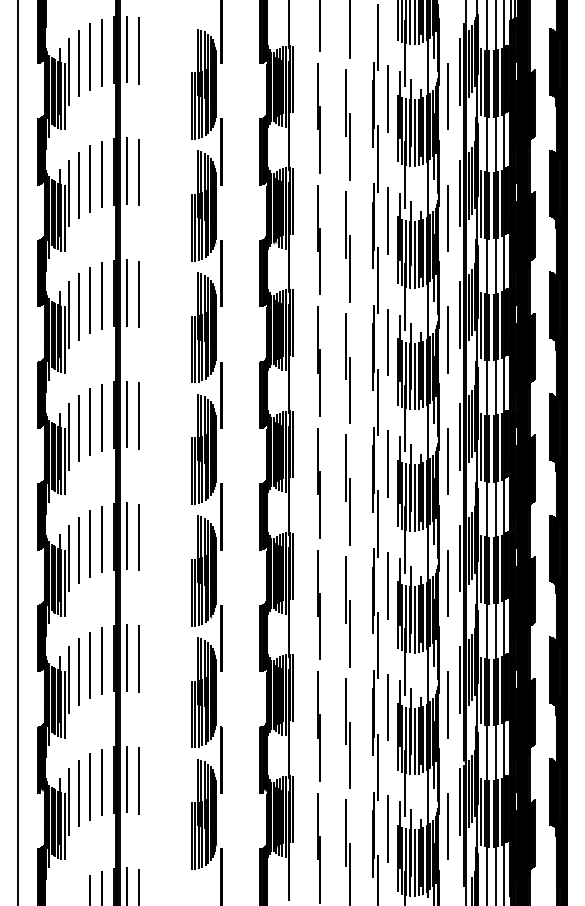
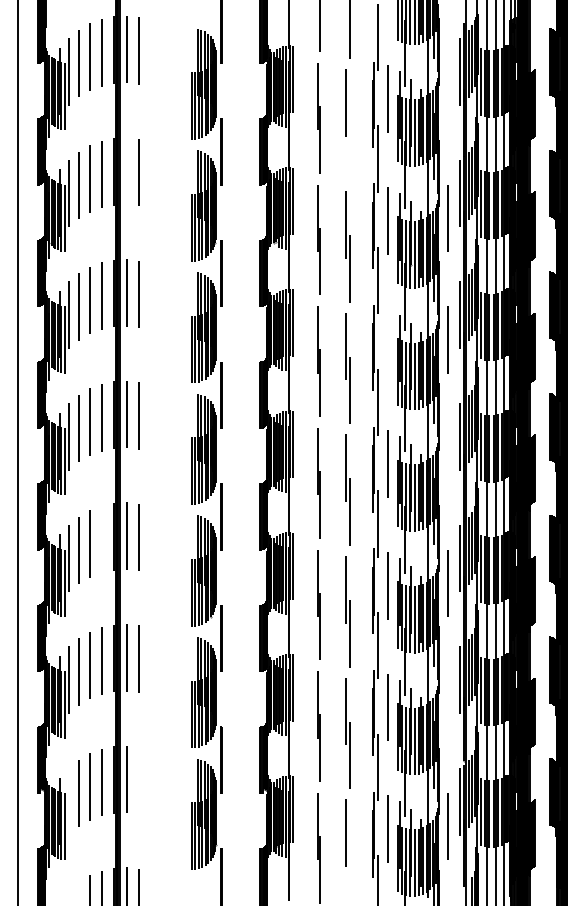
line at (447, 96): present -> none
line at (349, 146): present -> none
line at (126, 170): present -> none
line at (387, 342): present -> none
line at (447, 461): present -> none
line at (101, 539): present -> none
line at (447, 704): present -> none
line at (139, 780): present -> none
line at (68, 801): present -> none
line at (349, 872): present -> none
